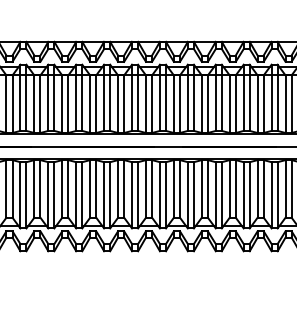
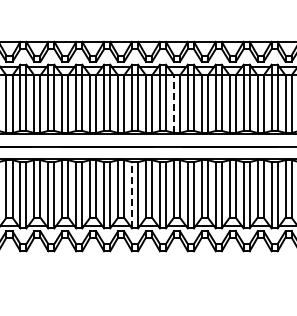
line at (173, 104): solid -> dashed
line at (132, 194): solid -> dashed
